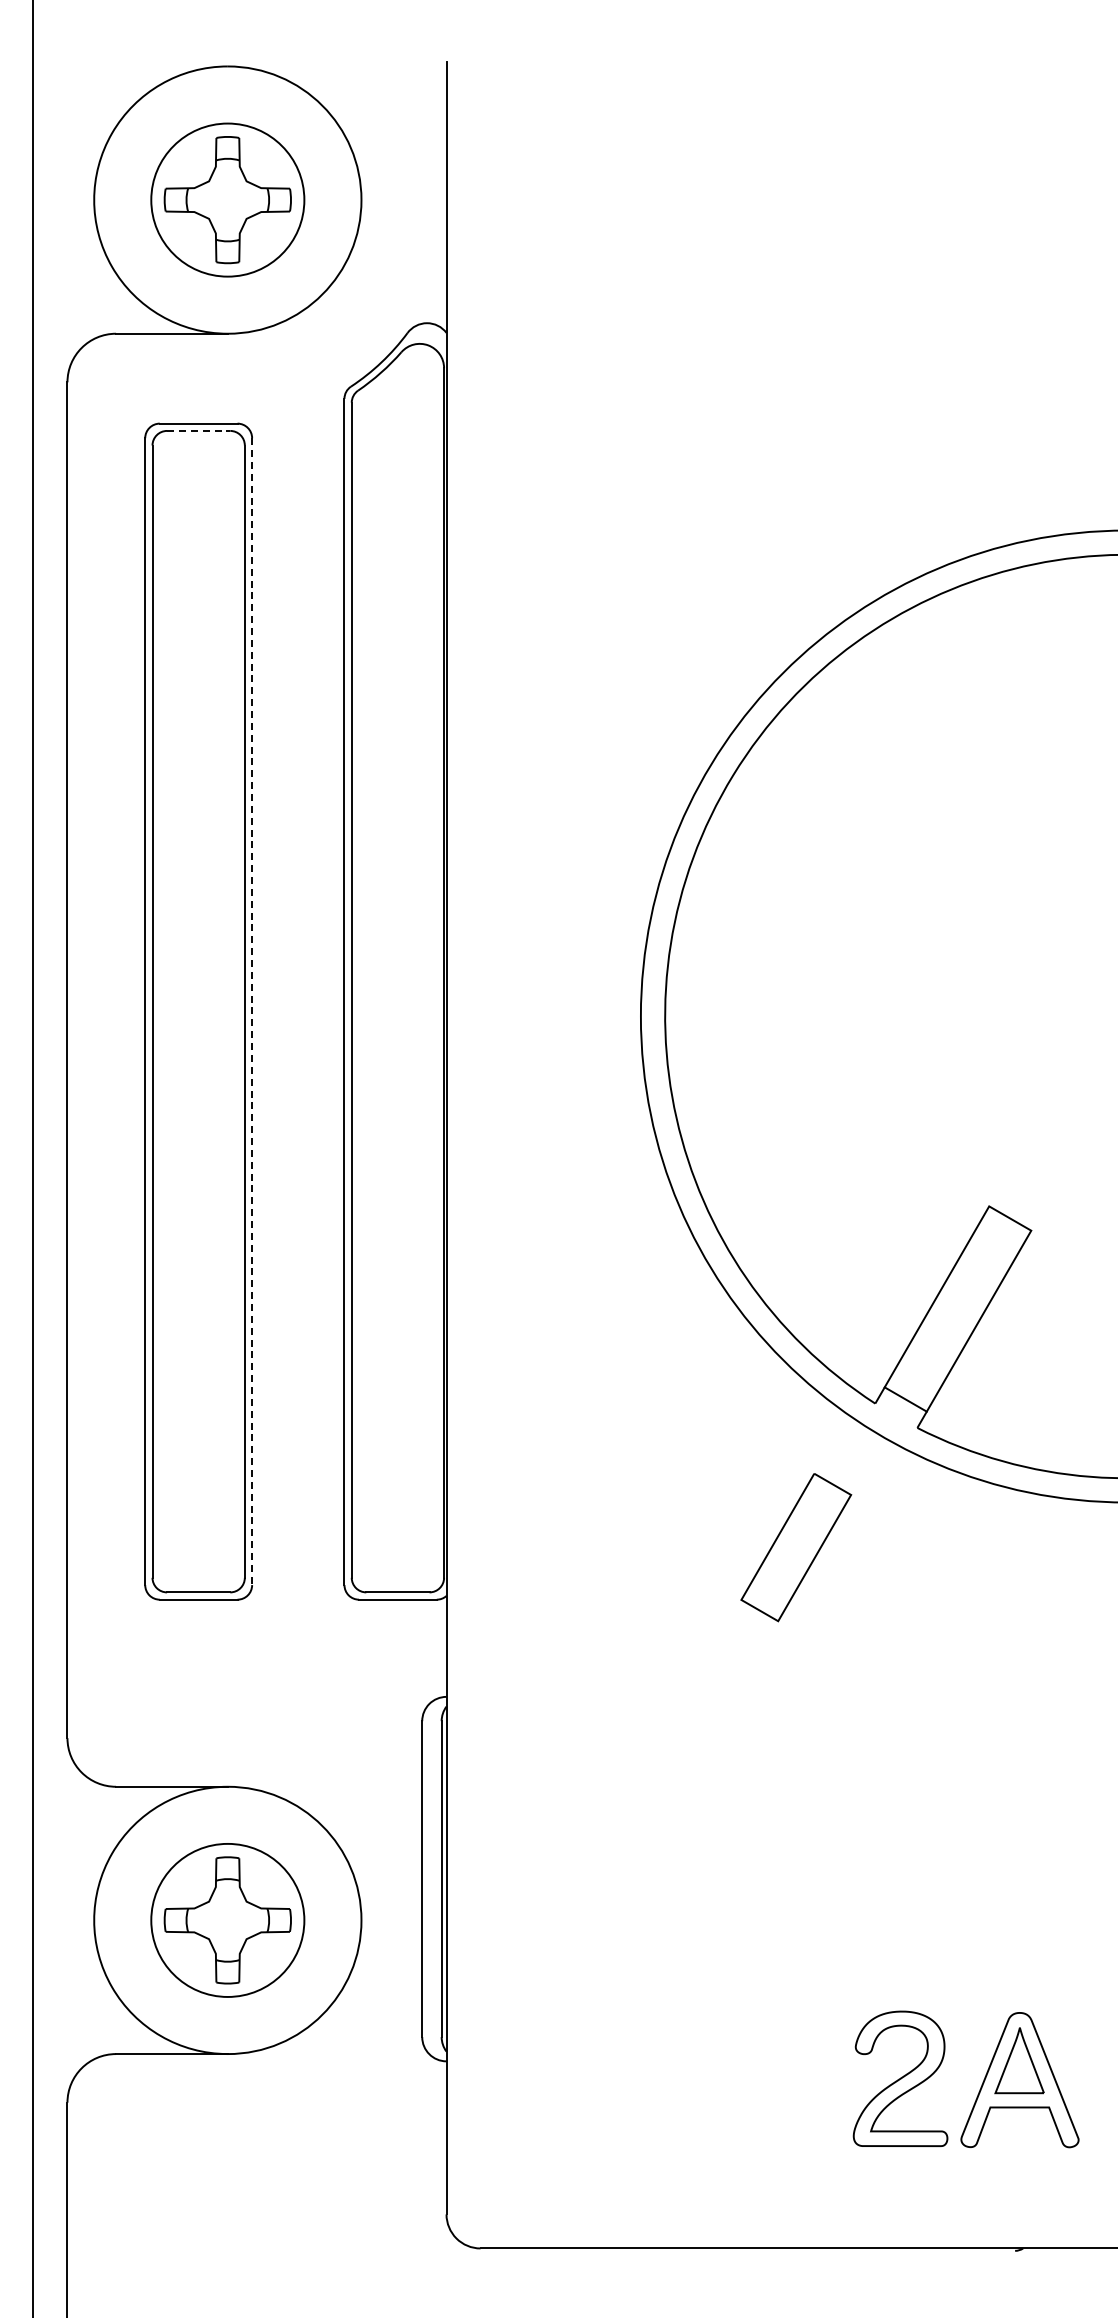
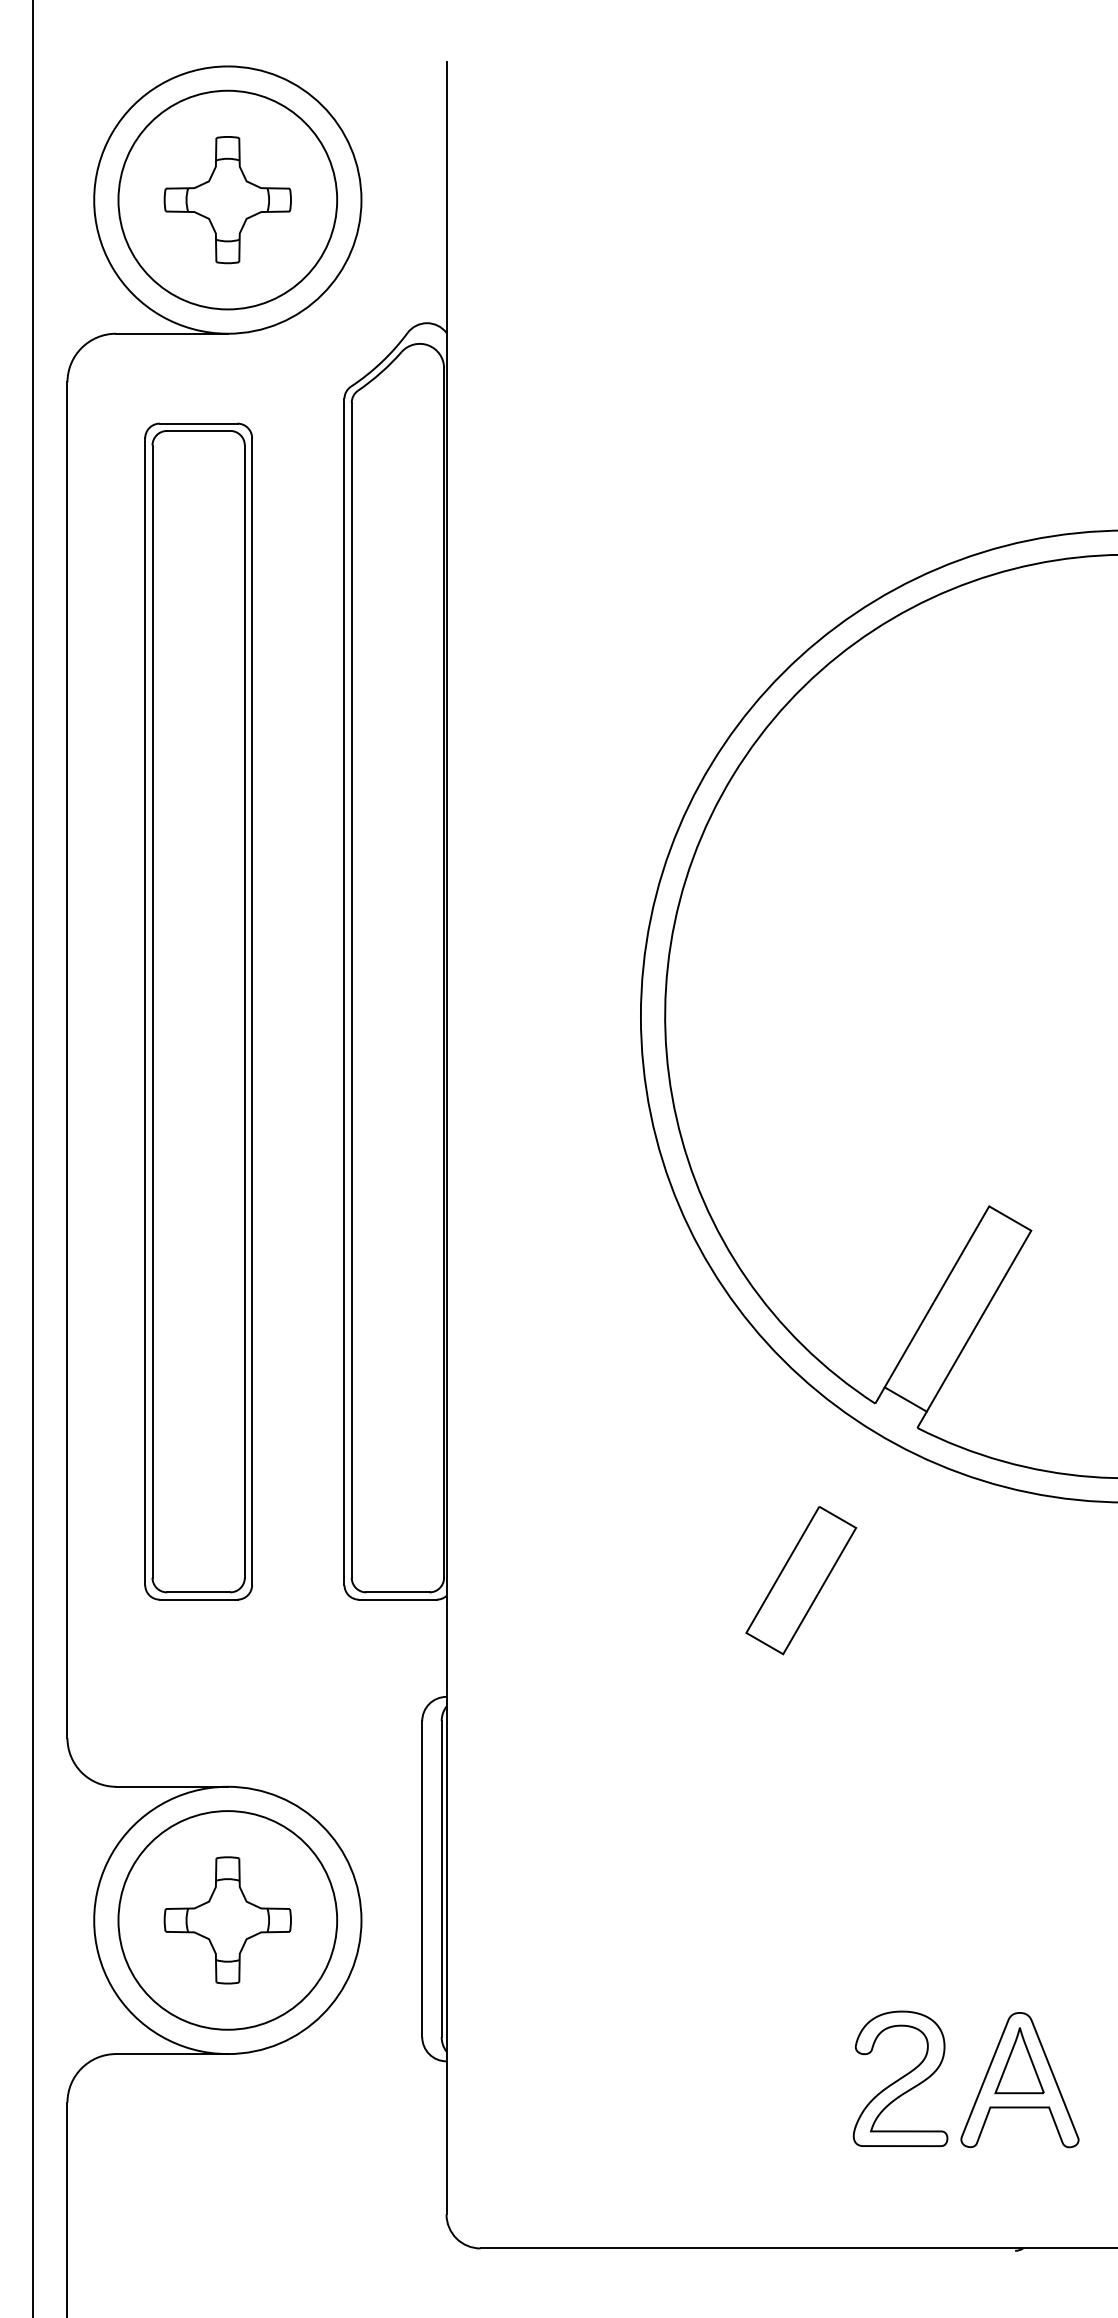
circle at (227, 199) diameter: 153 px -> 219 px
line at (198, 430): dashed -> solid
line at (252, 1012): dashed -> solid
part at (796, 1547) position: (796, 1547) -> (801, 1580)
circle at (227, 1919) diameter: 153 px -> 219 px
